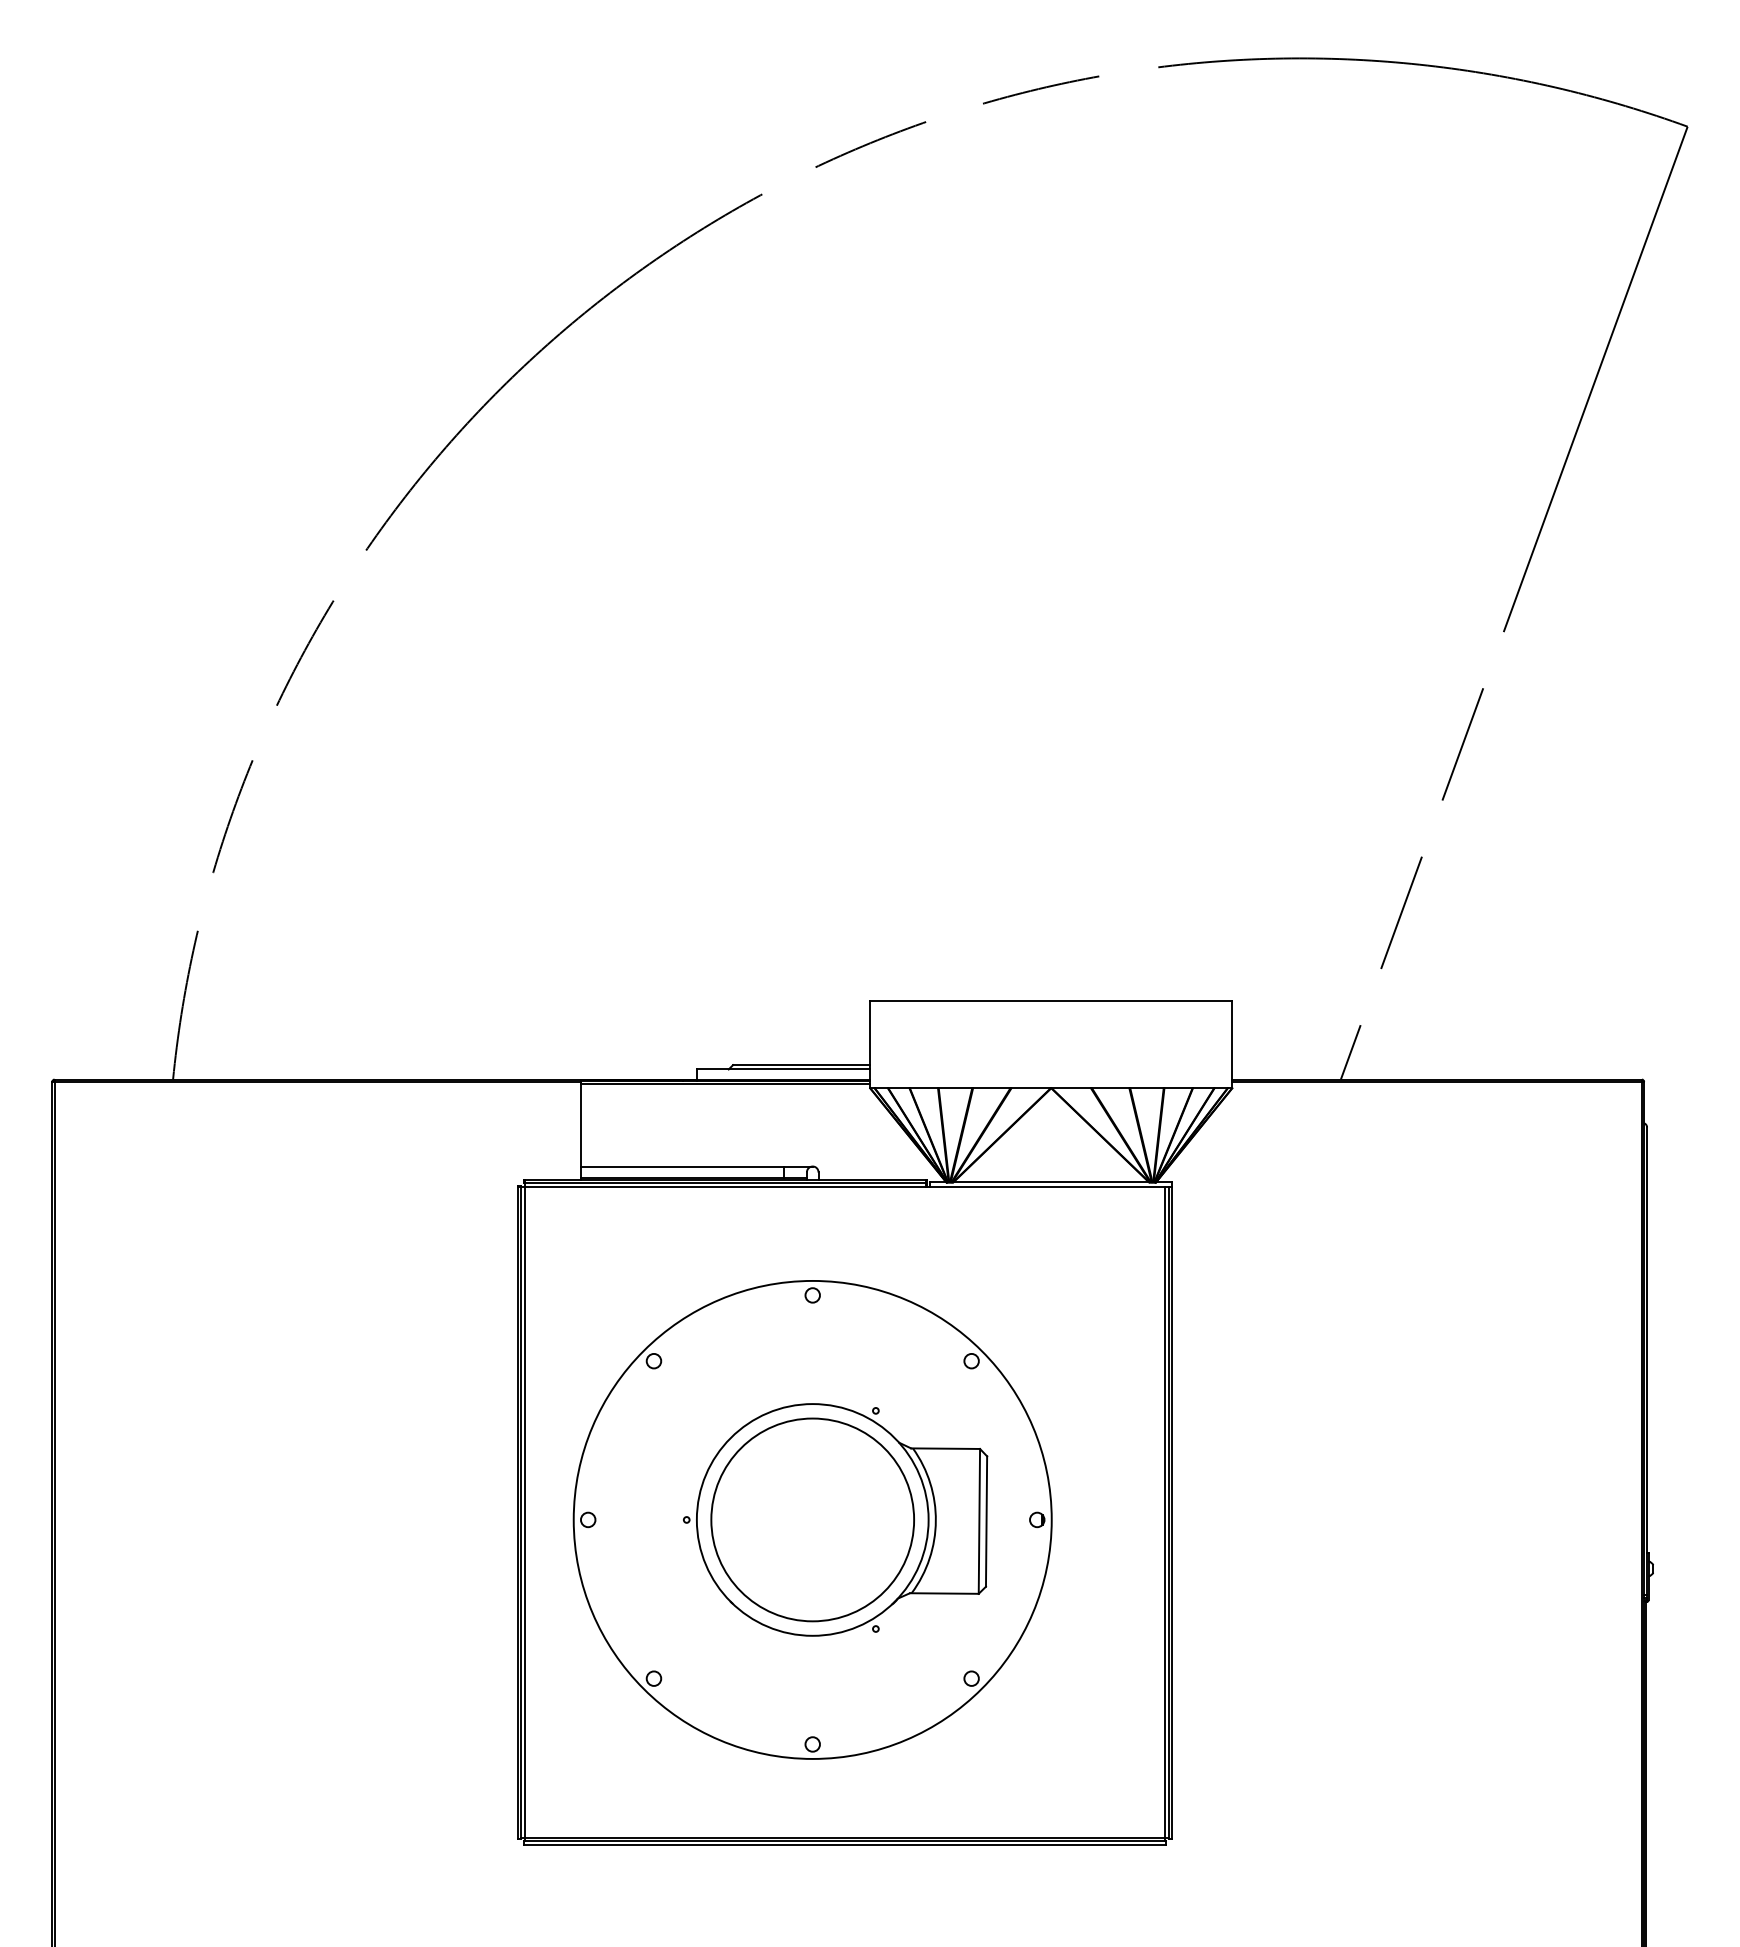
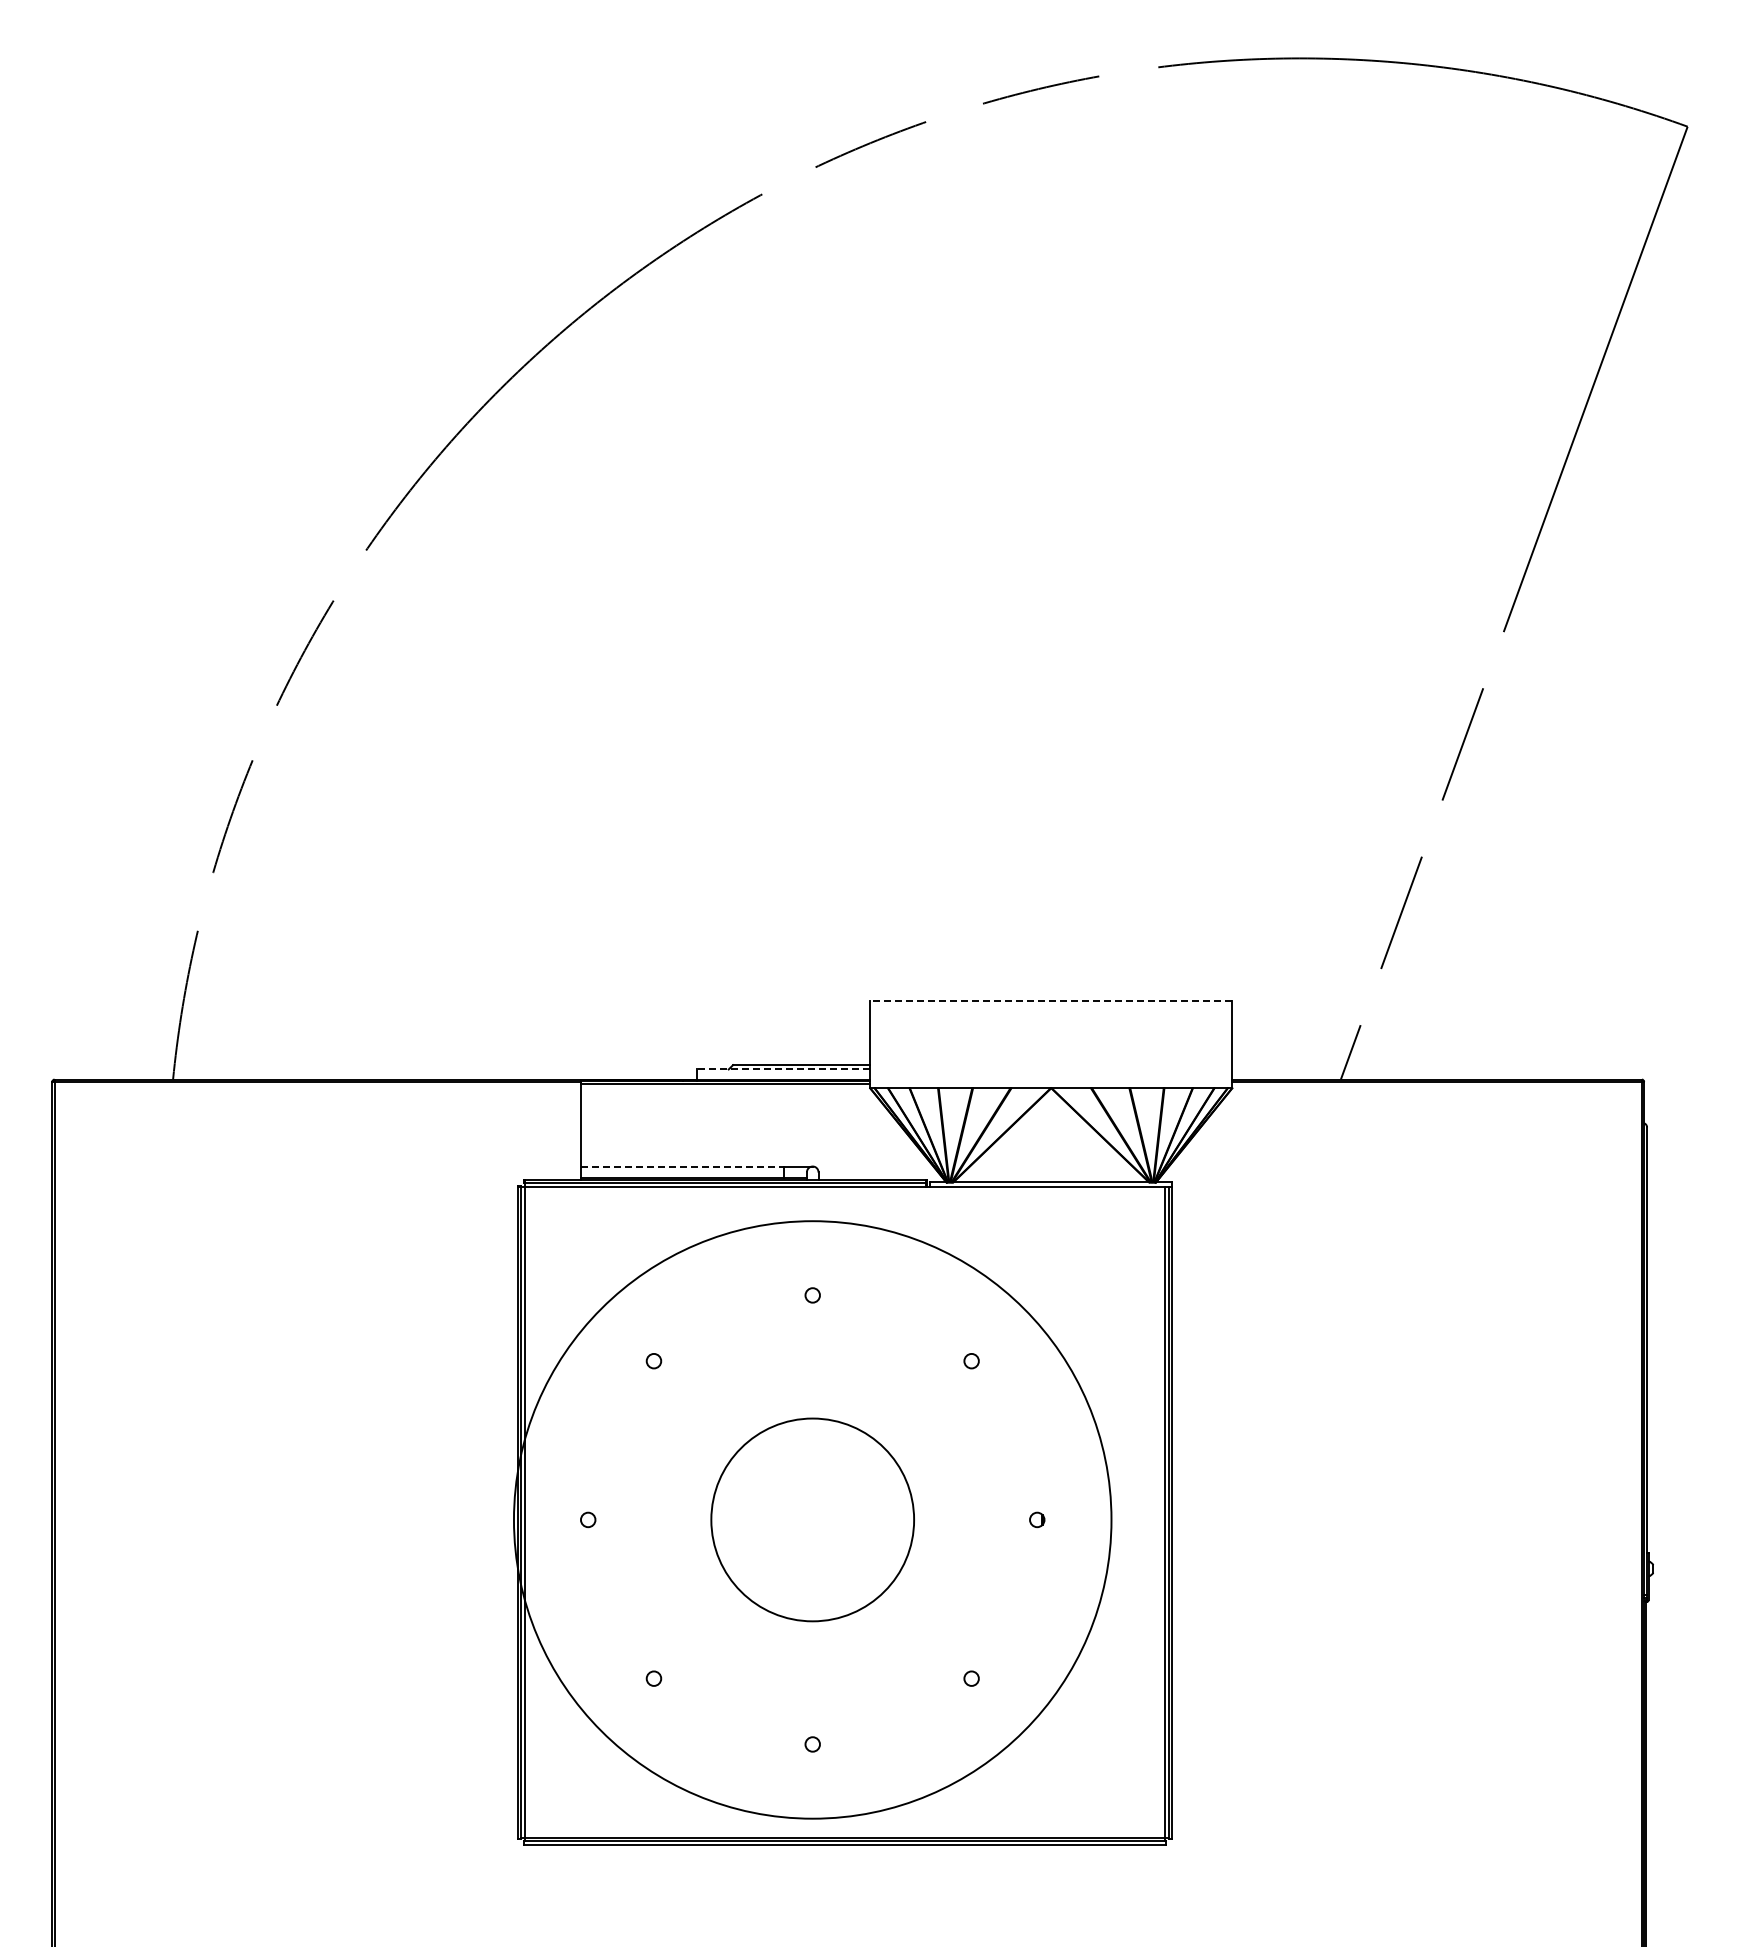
line at (1051, 1001): solid -> dashed
line at (783, 1069): solid -> dashed
line at (682, 1166): solid -> dashed
circle at (812, 1519) diameter: 478 px -> 598 px
part at (835, 1519): present -> none
